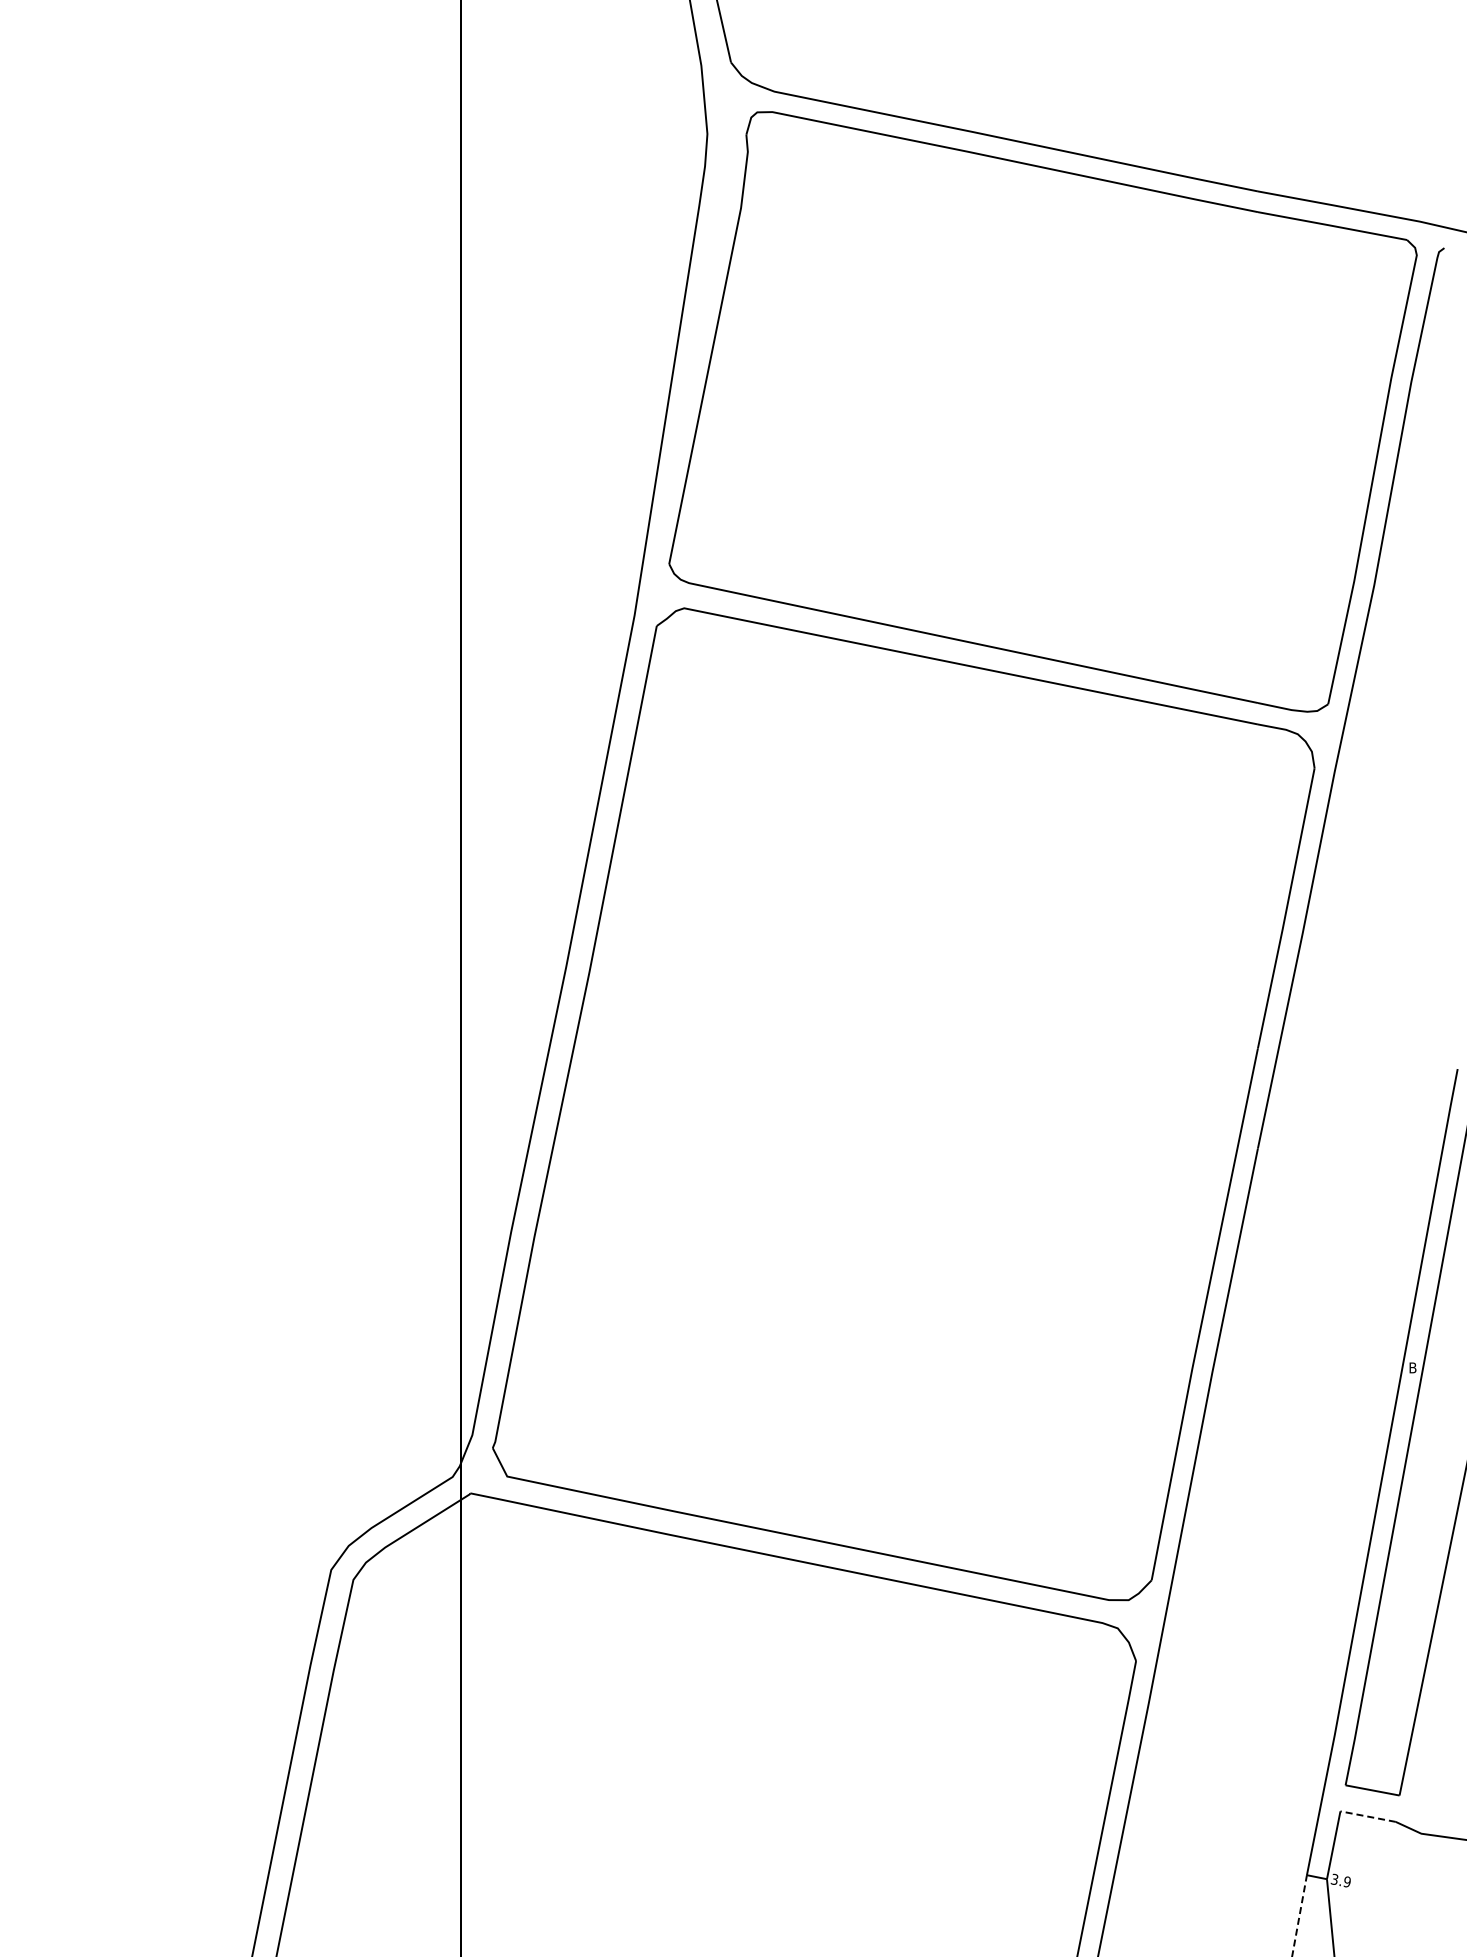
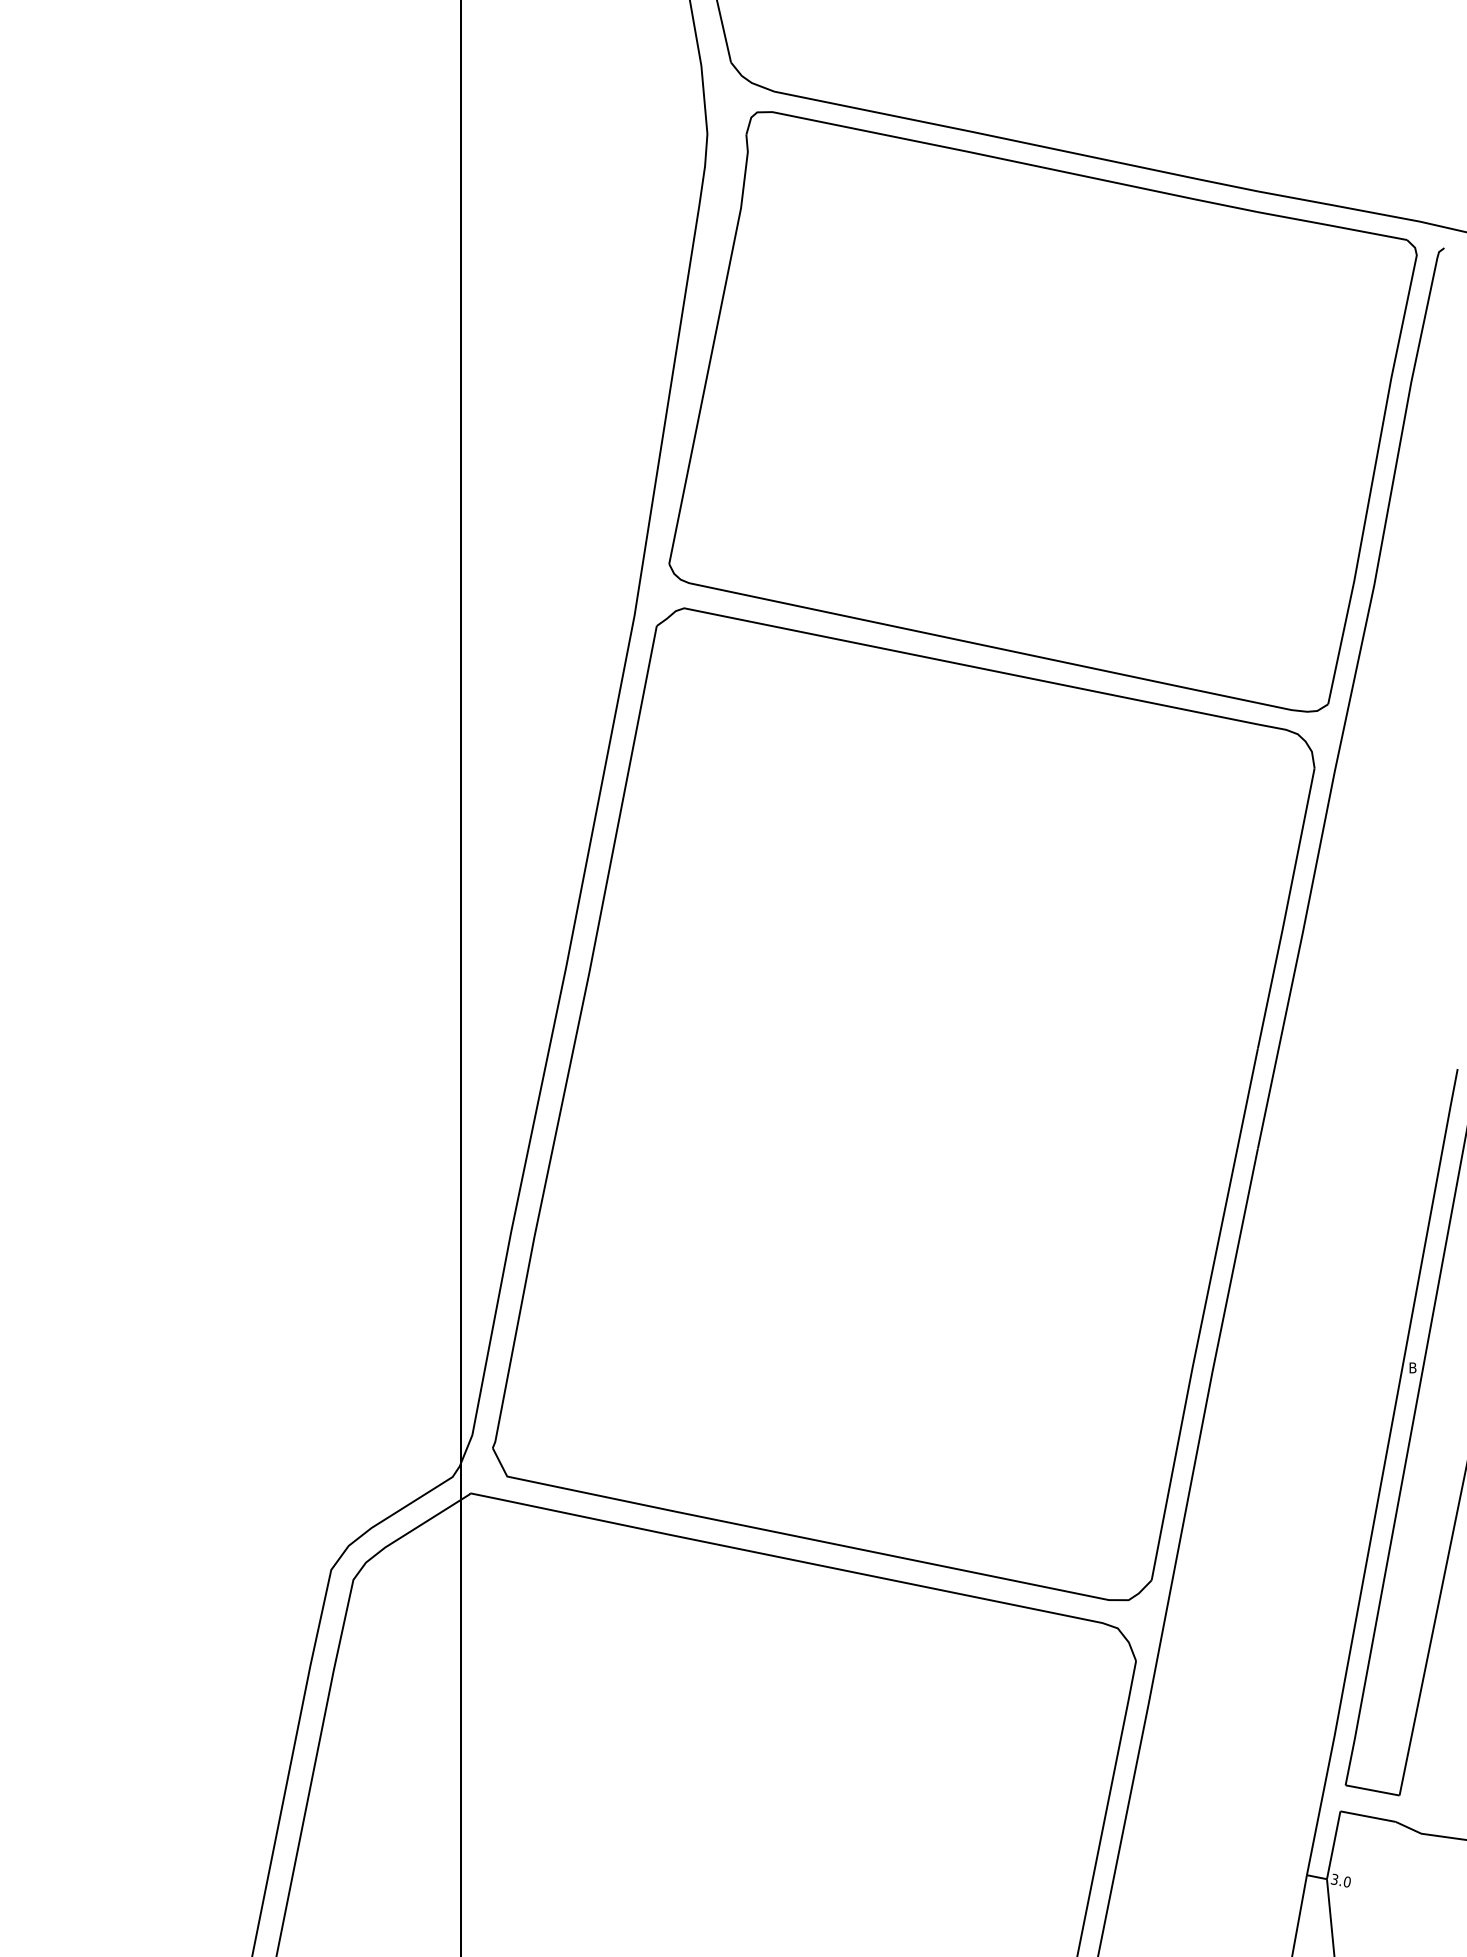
line at (1367, 1816): dashed -> solid
text at (1346, 1881): 3.9 -> 3.0
line at (1299, 1915): dashed -> solid
